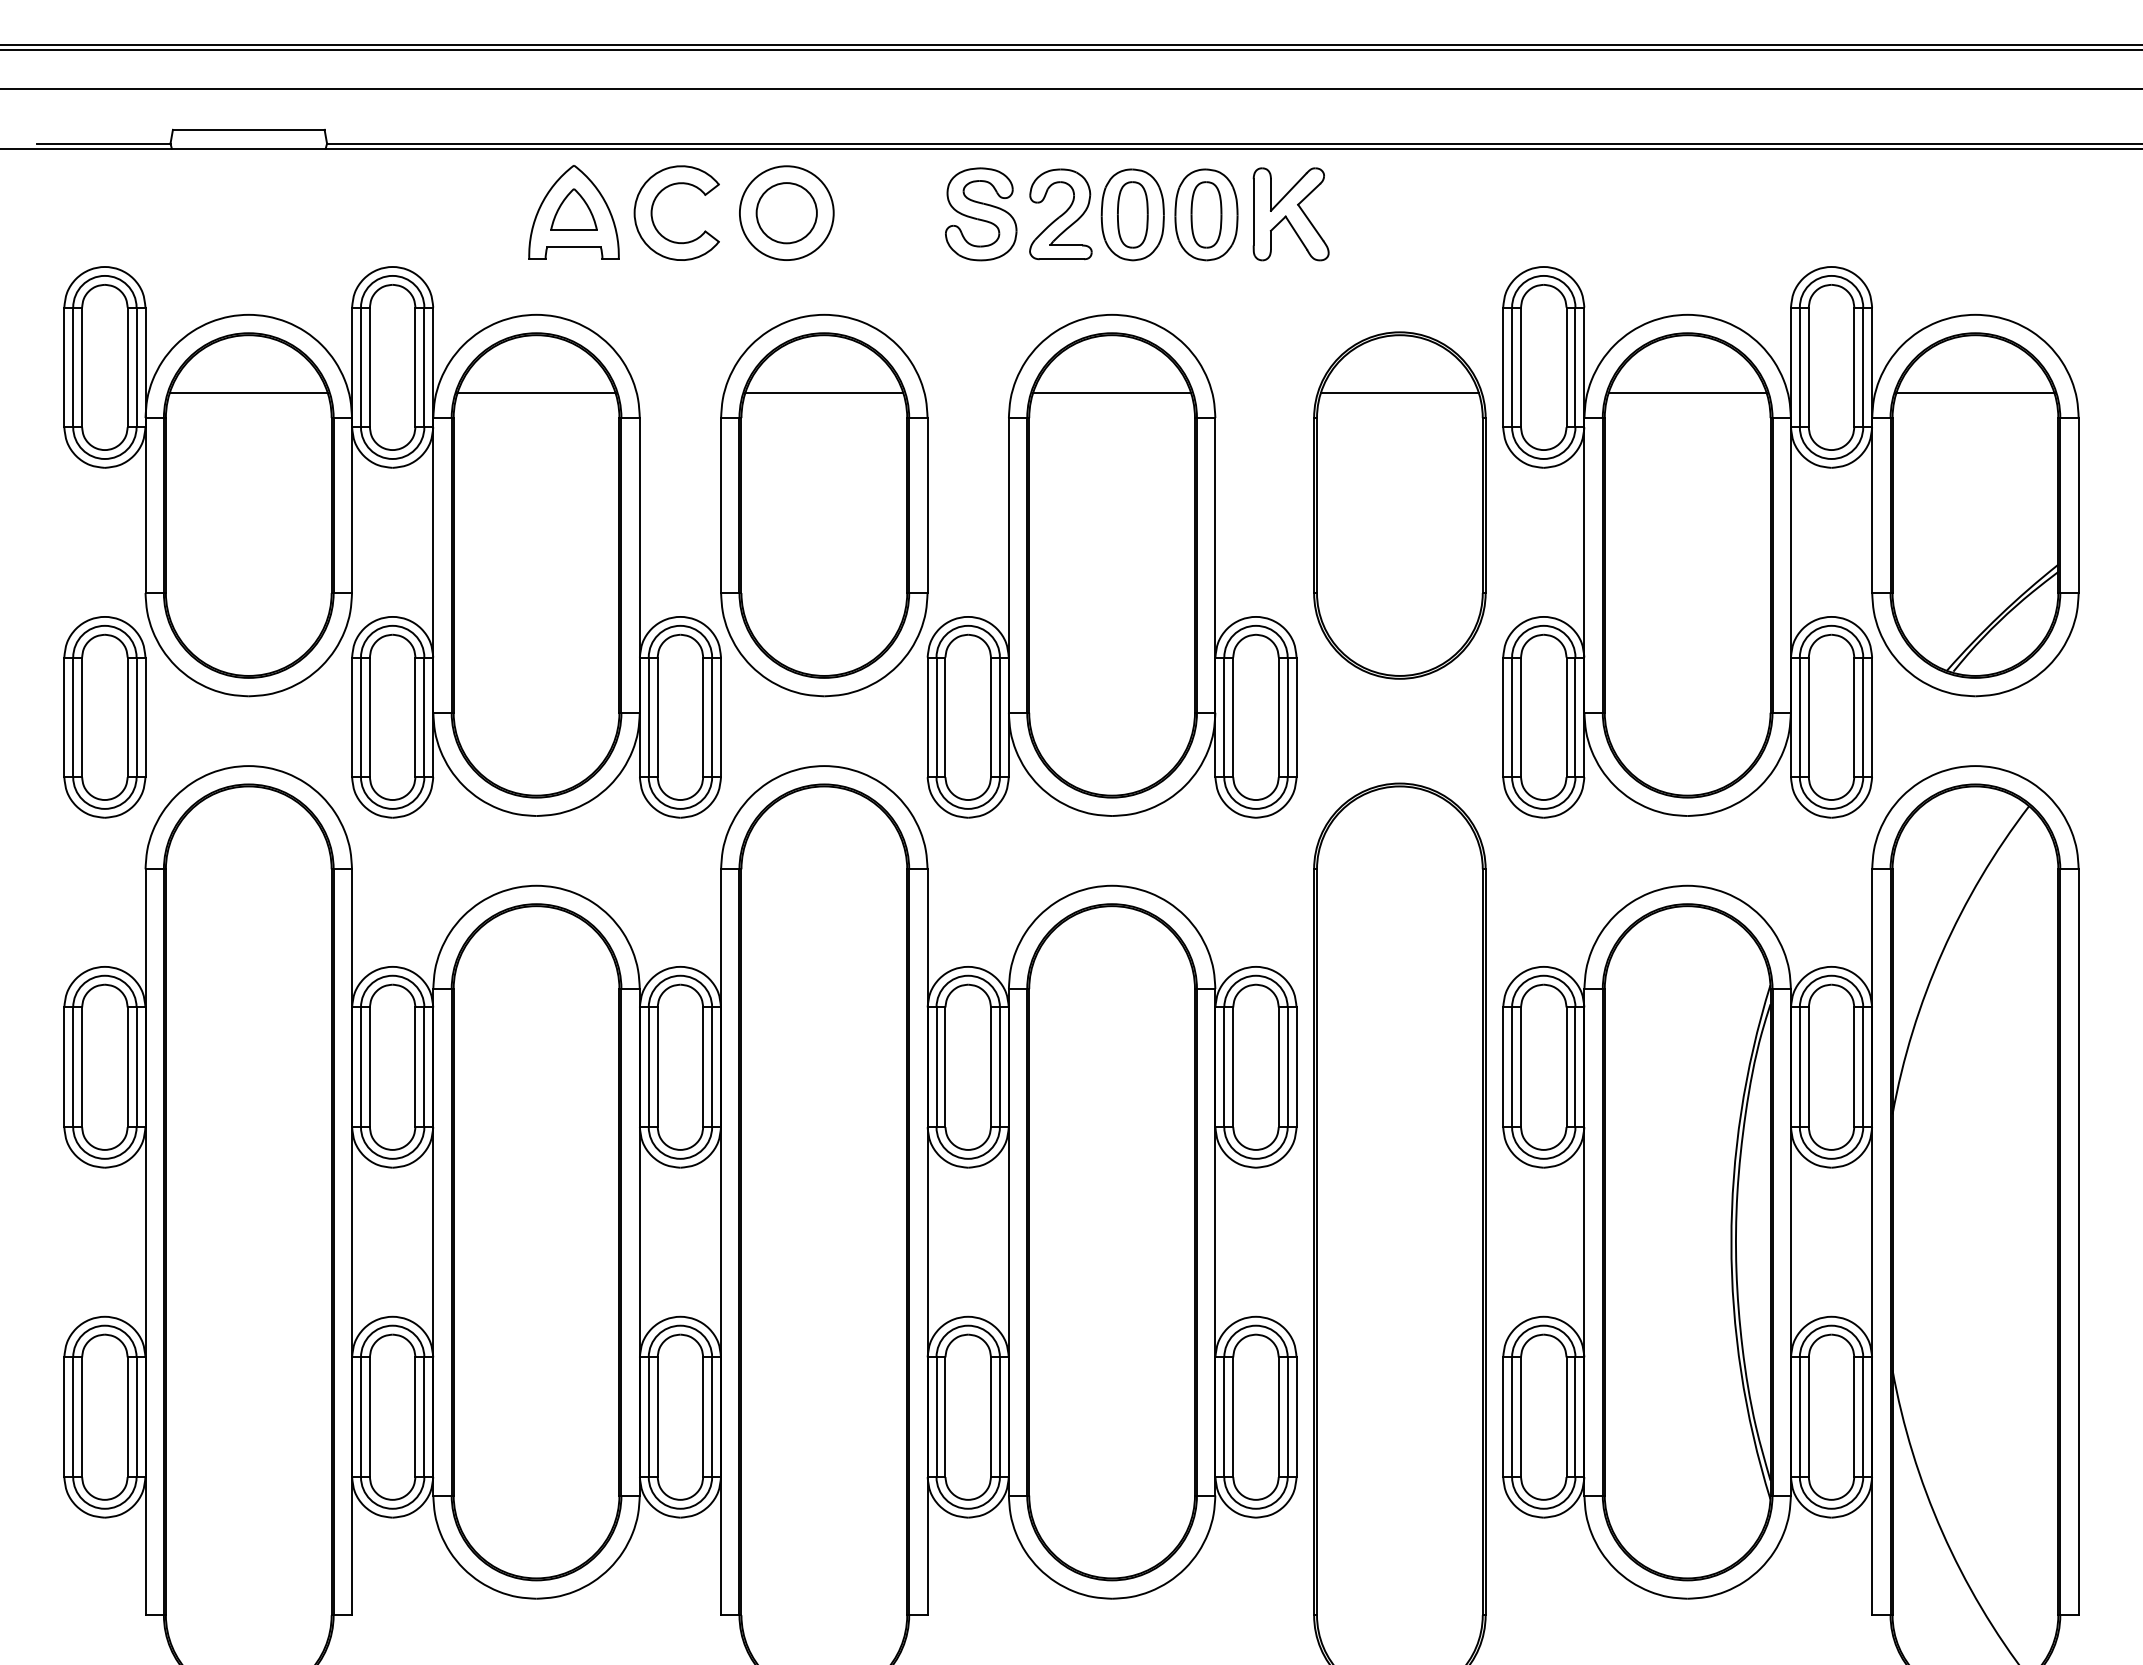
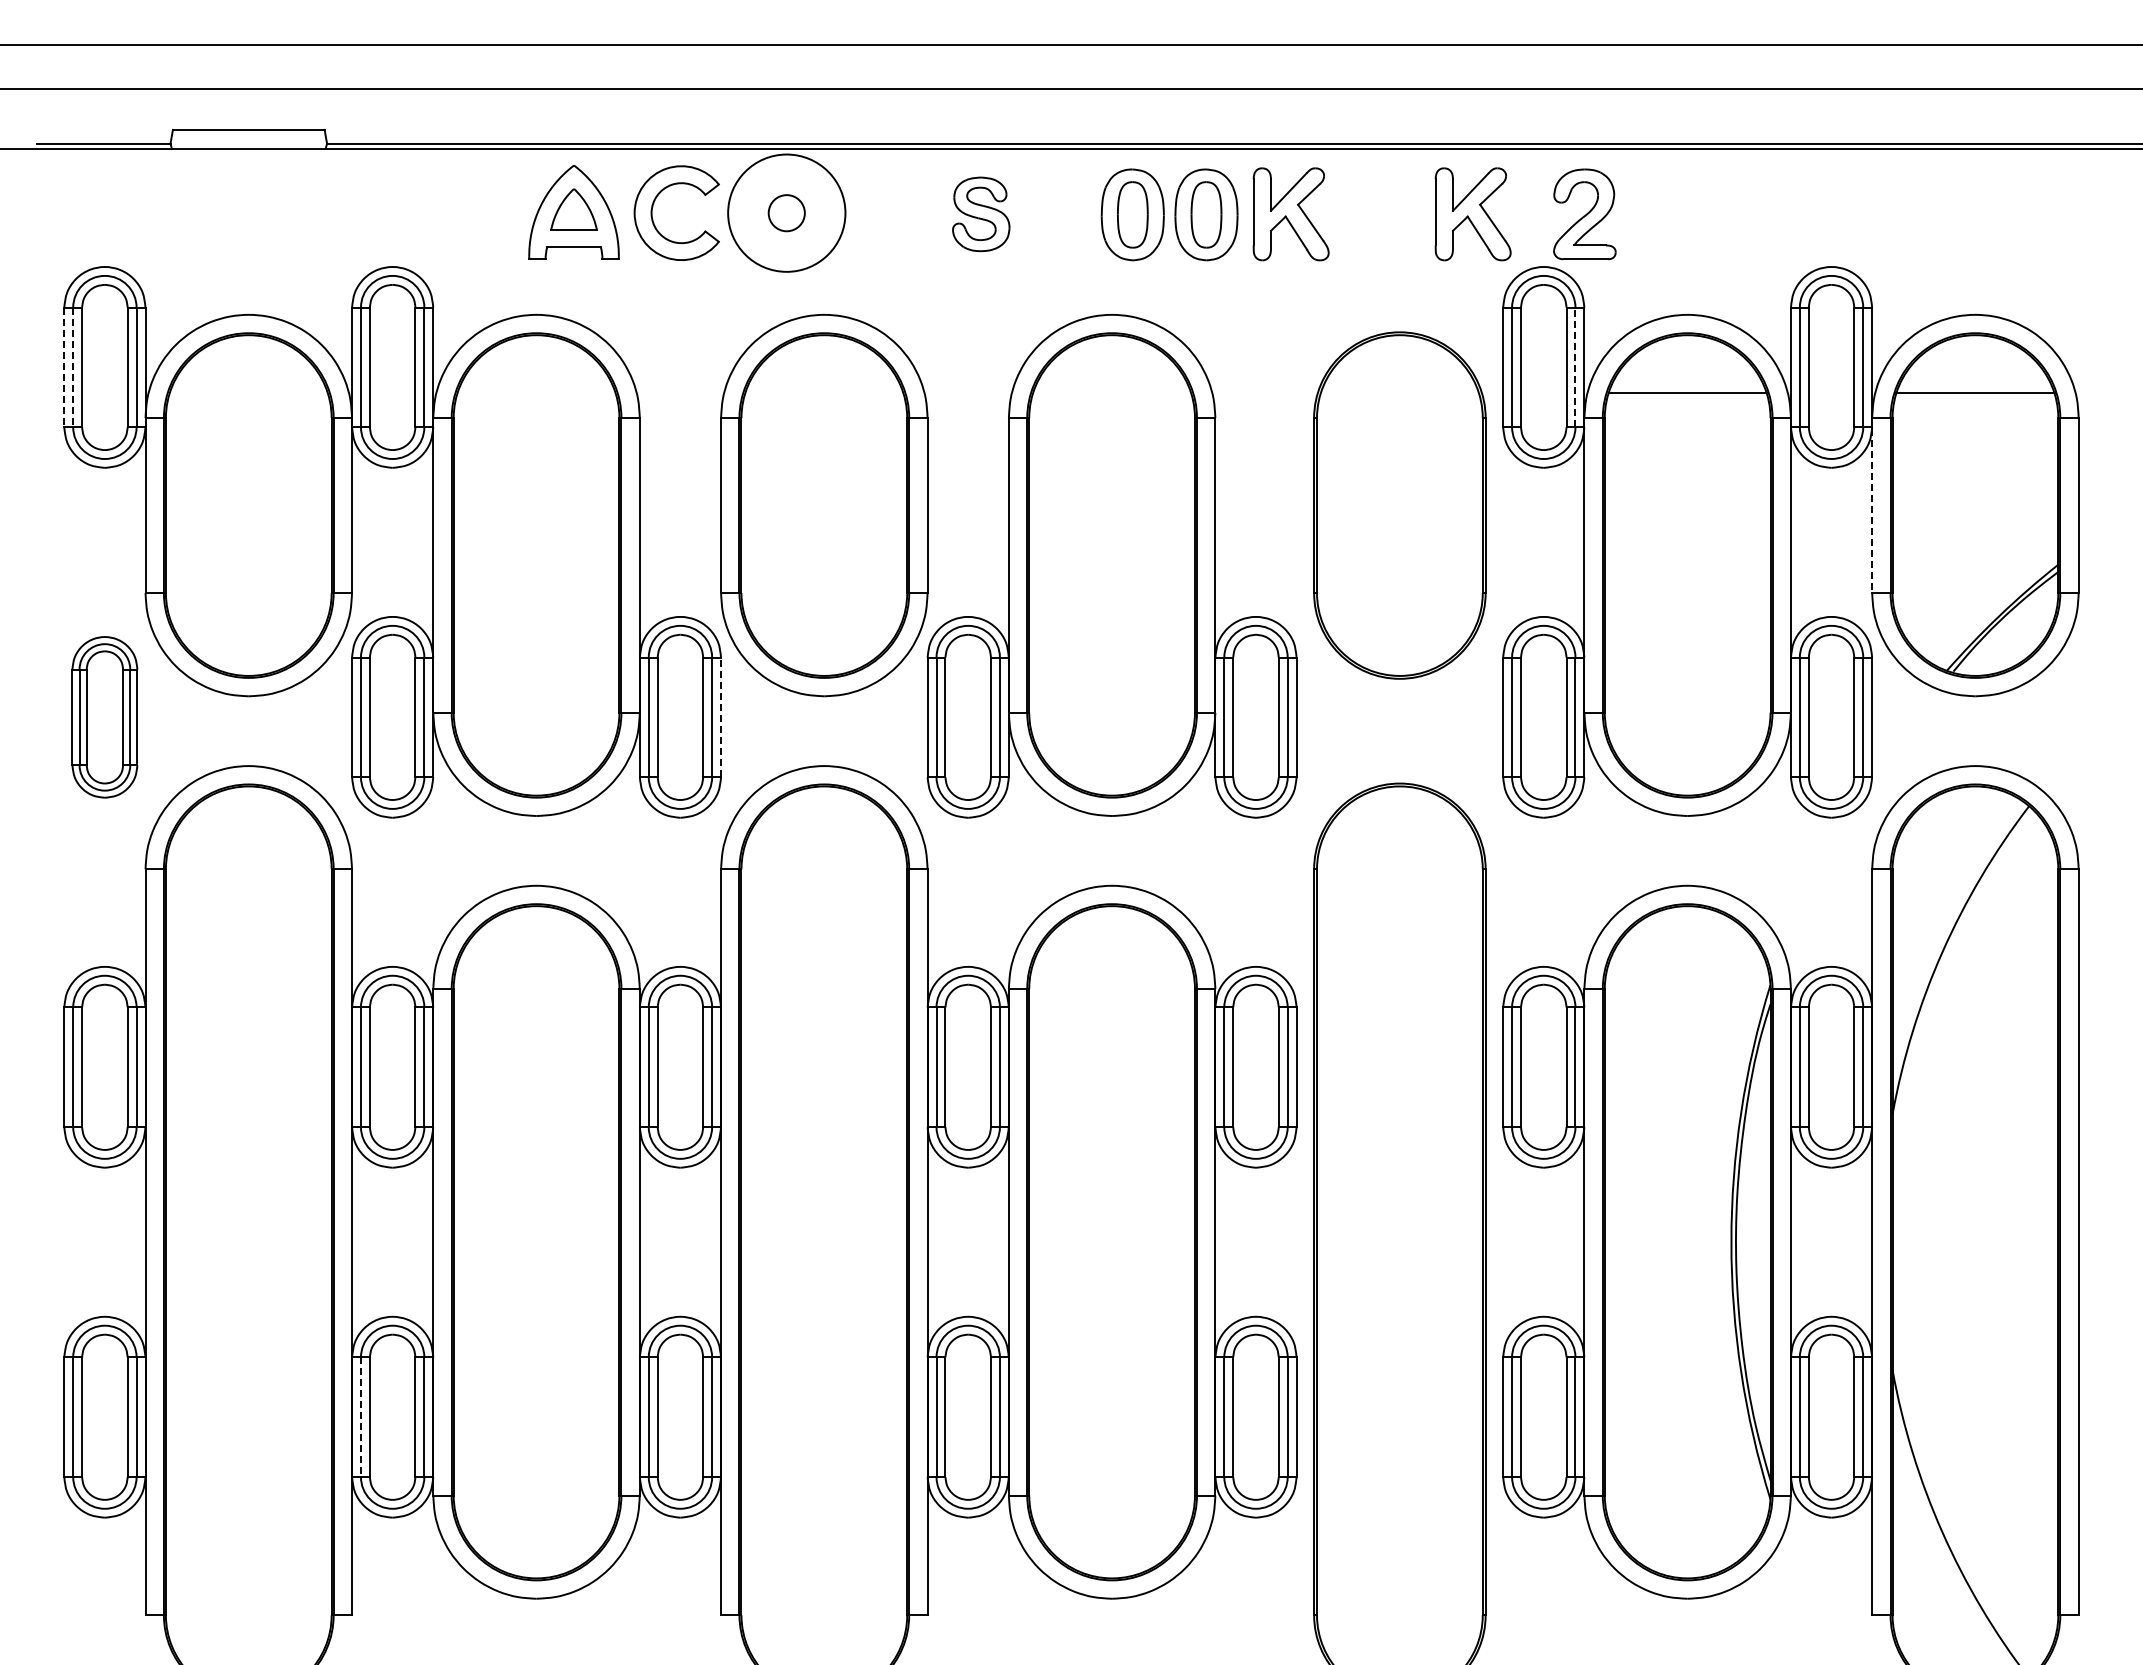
line at (1070, 49): present -> none
circle at (786, 213) diameter: 60 px -> 36 px
circle at (786, 213) diameter: 94 px -> 117 px
part at (981, 214) size: 73x95 px -> 59x77 px
part at (1060, 214) position: (1060, 214) -> (1584, 214)
part at (1472, 214): none -> present
line at (64, 367): solid -> dashed
line at (73, 367): solid -> dashed
line at (1575, 367): solid -> dashed
line at (248, 393): present -> none
line at (536, 393): present -> none
line at (824, 393): present -> none
line at (1111, 393): present -> none
line at (1399, 393): present -> none
line at (1872, 506): solid -> dashed
part at (104, 717) size: 84x203 px -> 68x163 px
line at (721, 717): solid -> dashed
line at (360, 1417): solid -> dashed
